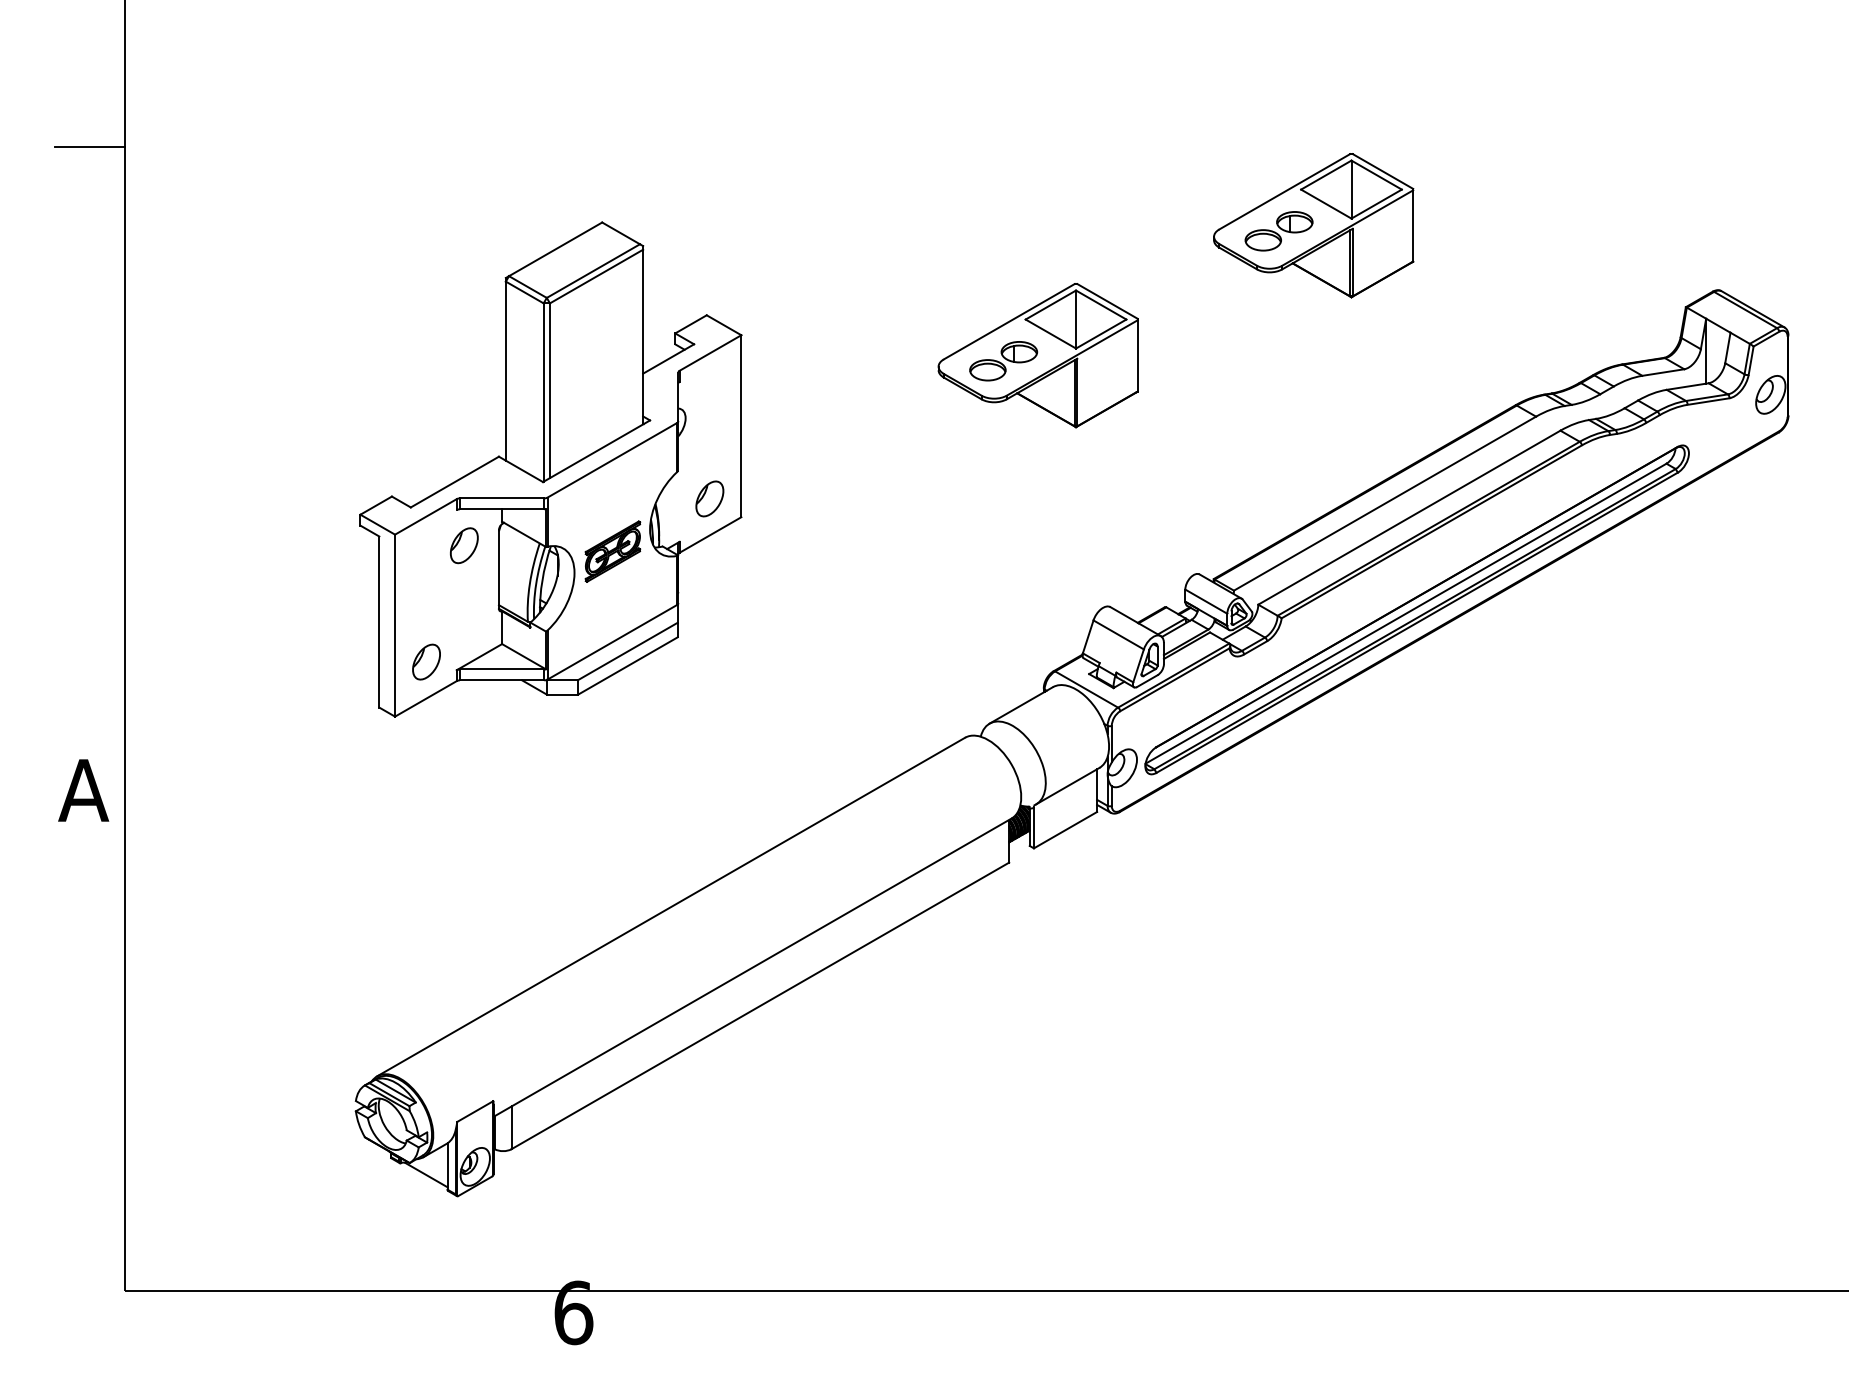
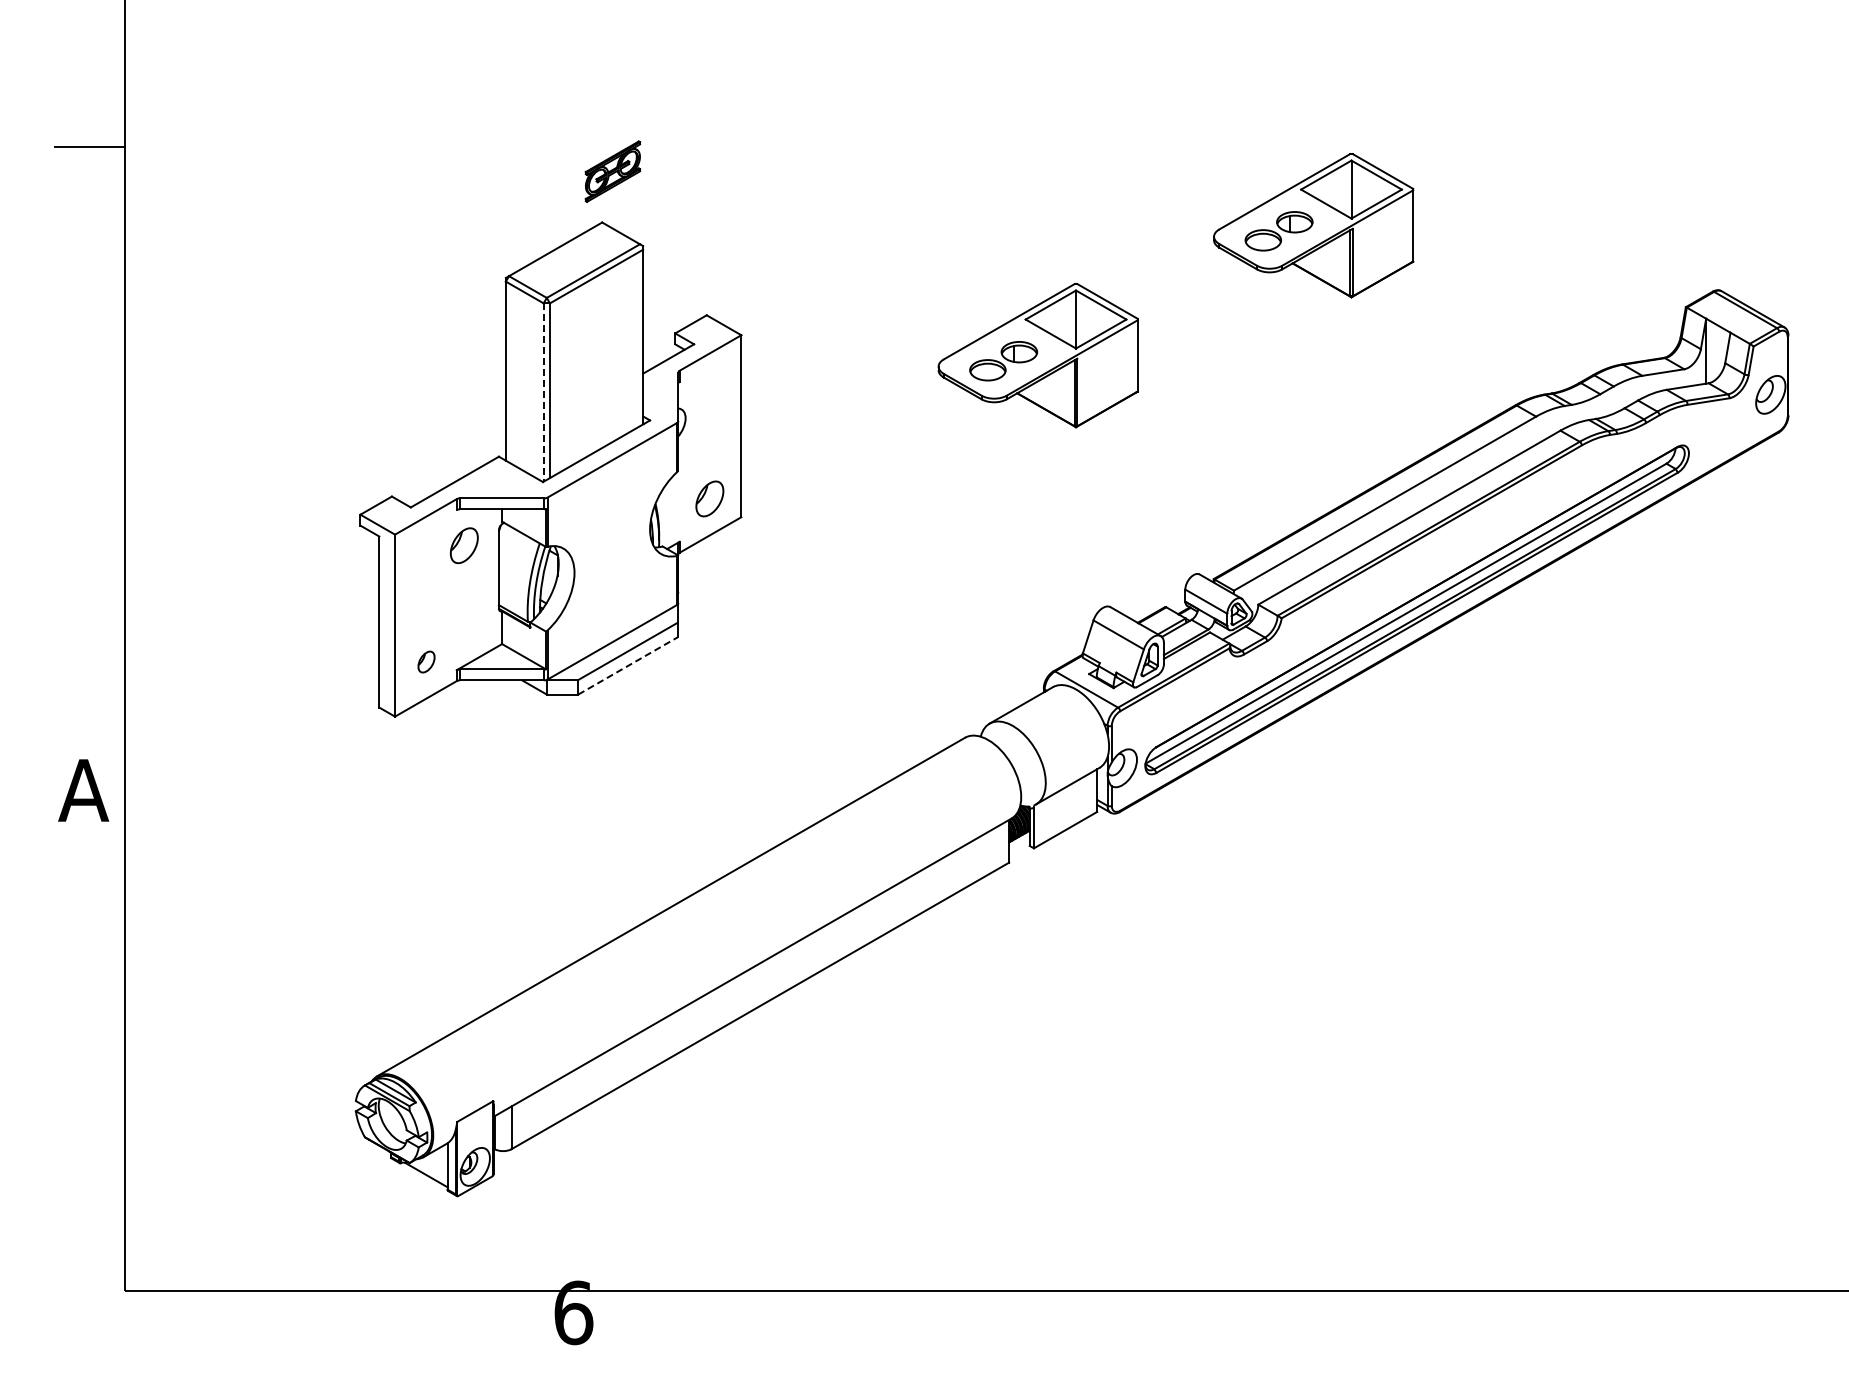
line at (543, 393): solid -> dashed
part at (612, 551) position: (612, 551) -> (612, 171)
part at (426, 661) size: 29x38 px -> 19x24 px
line at (628, 665): solid -> dashed
